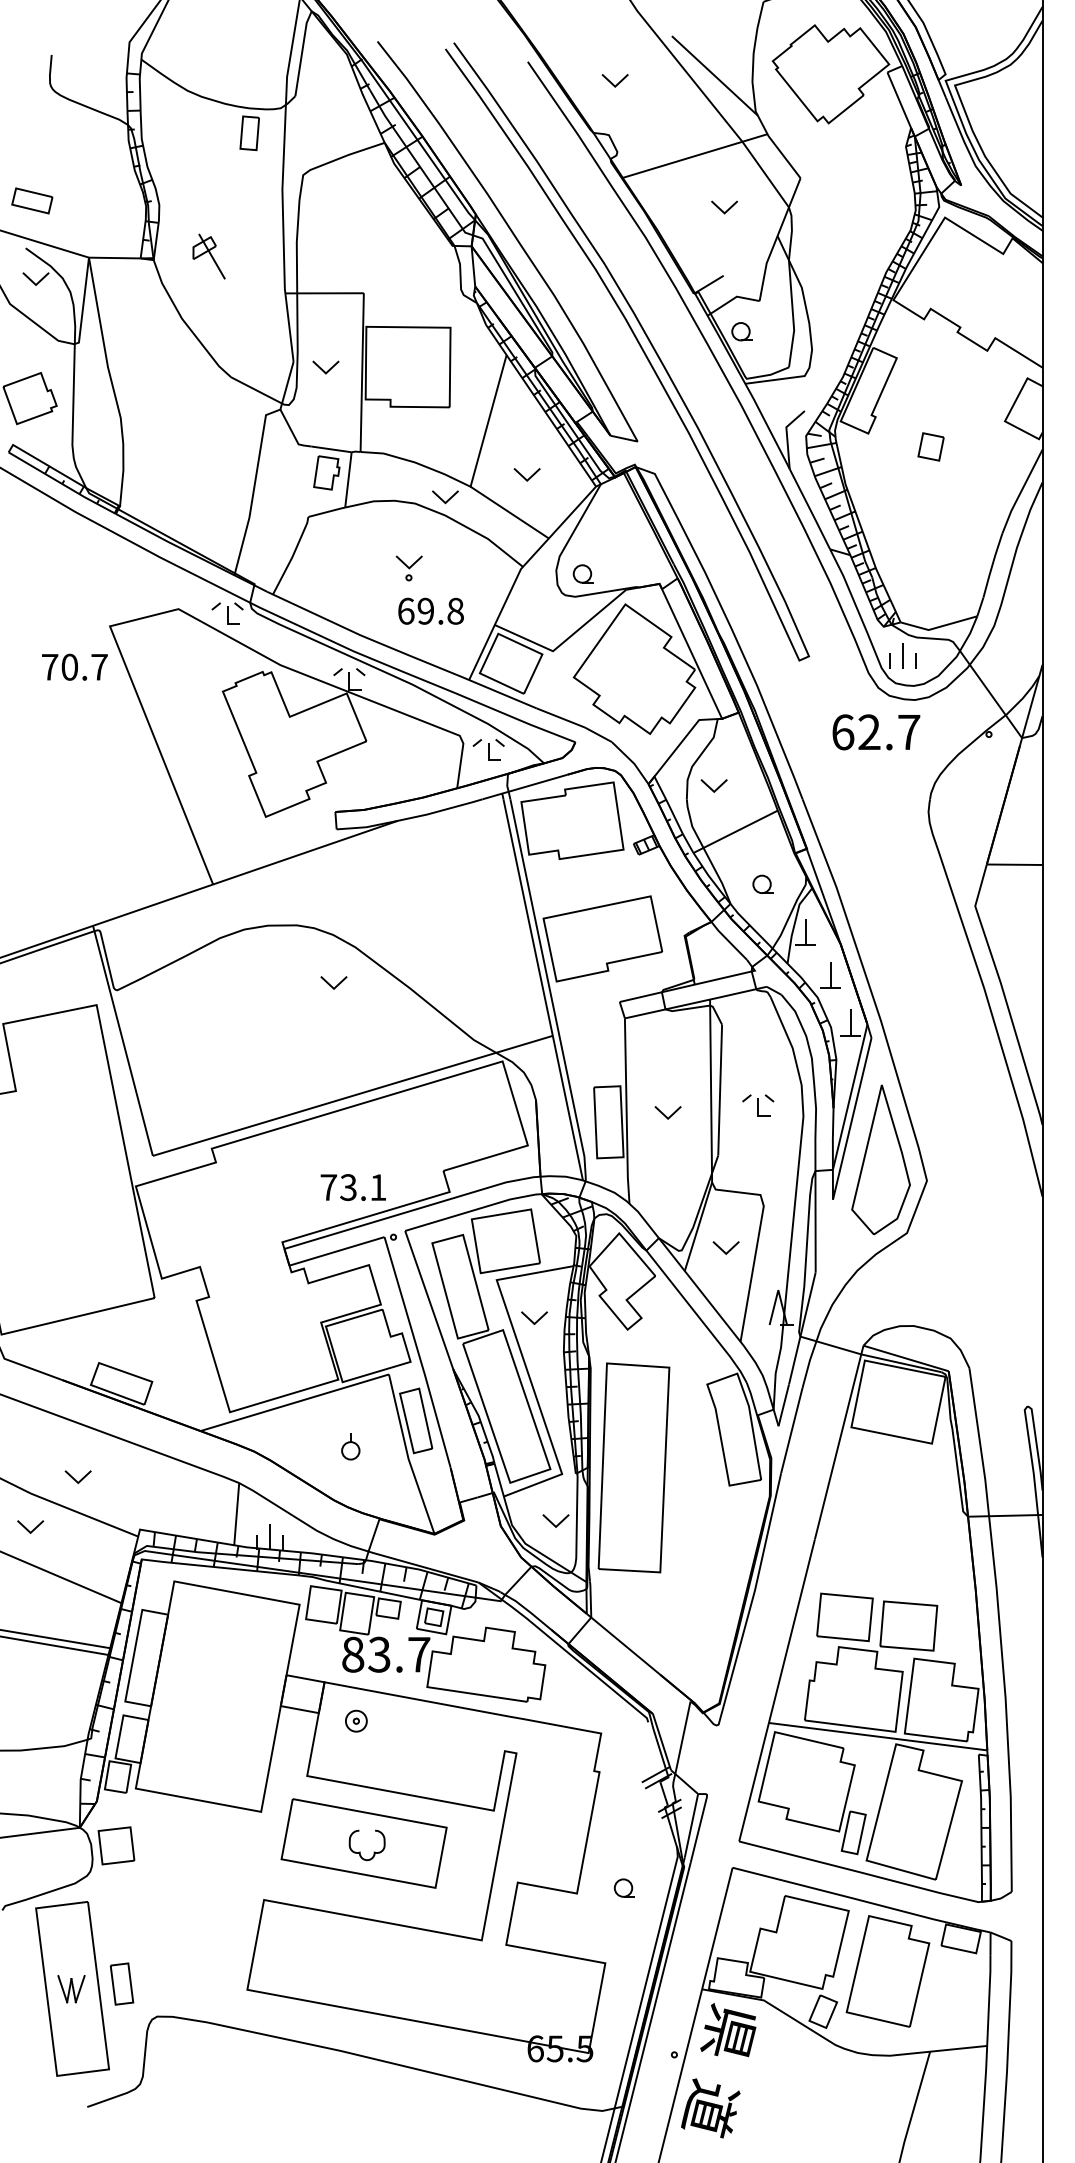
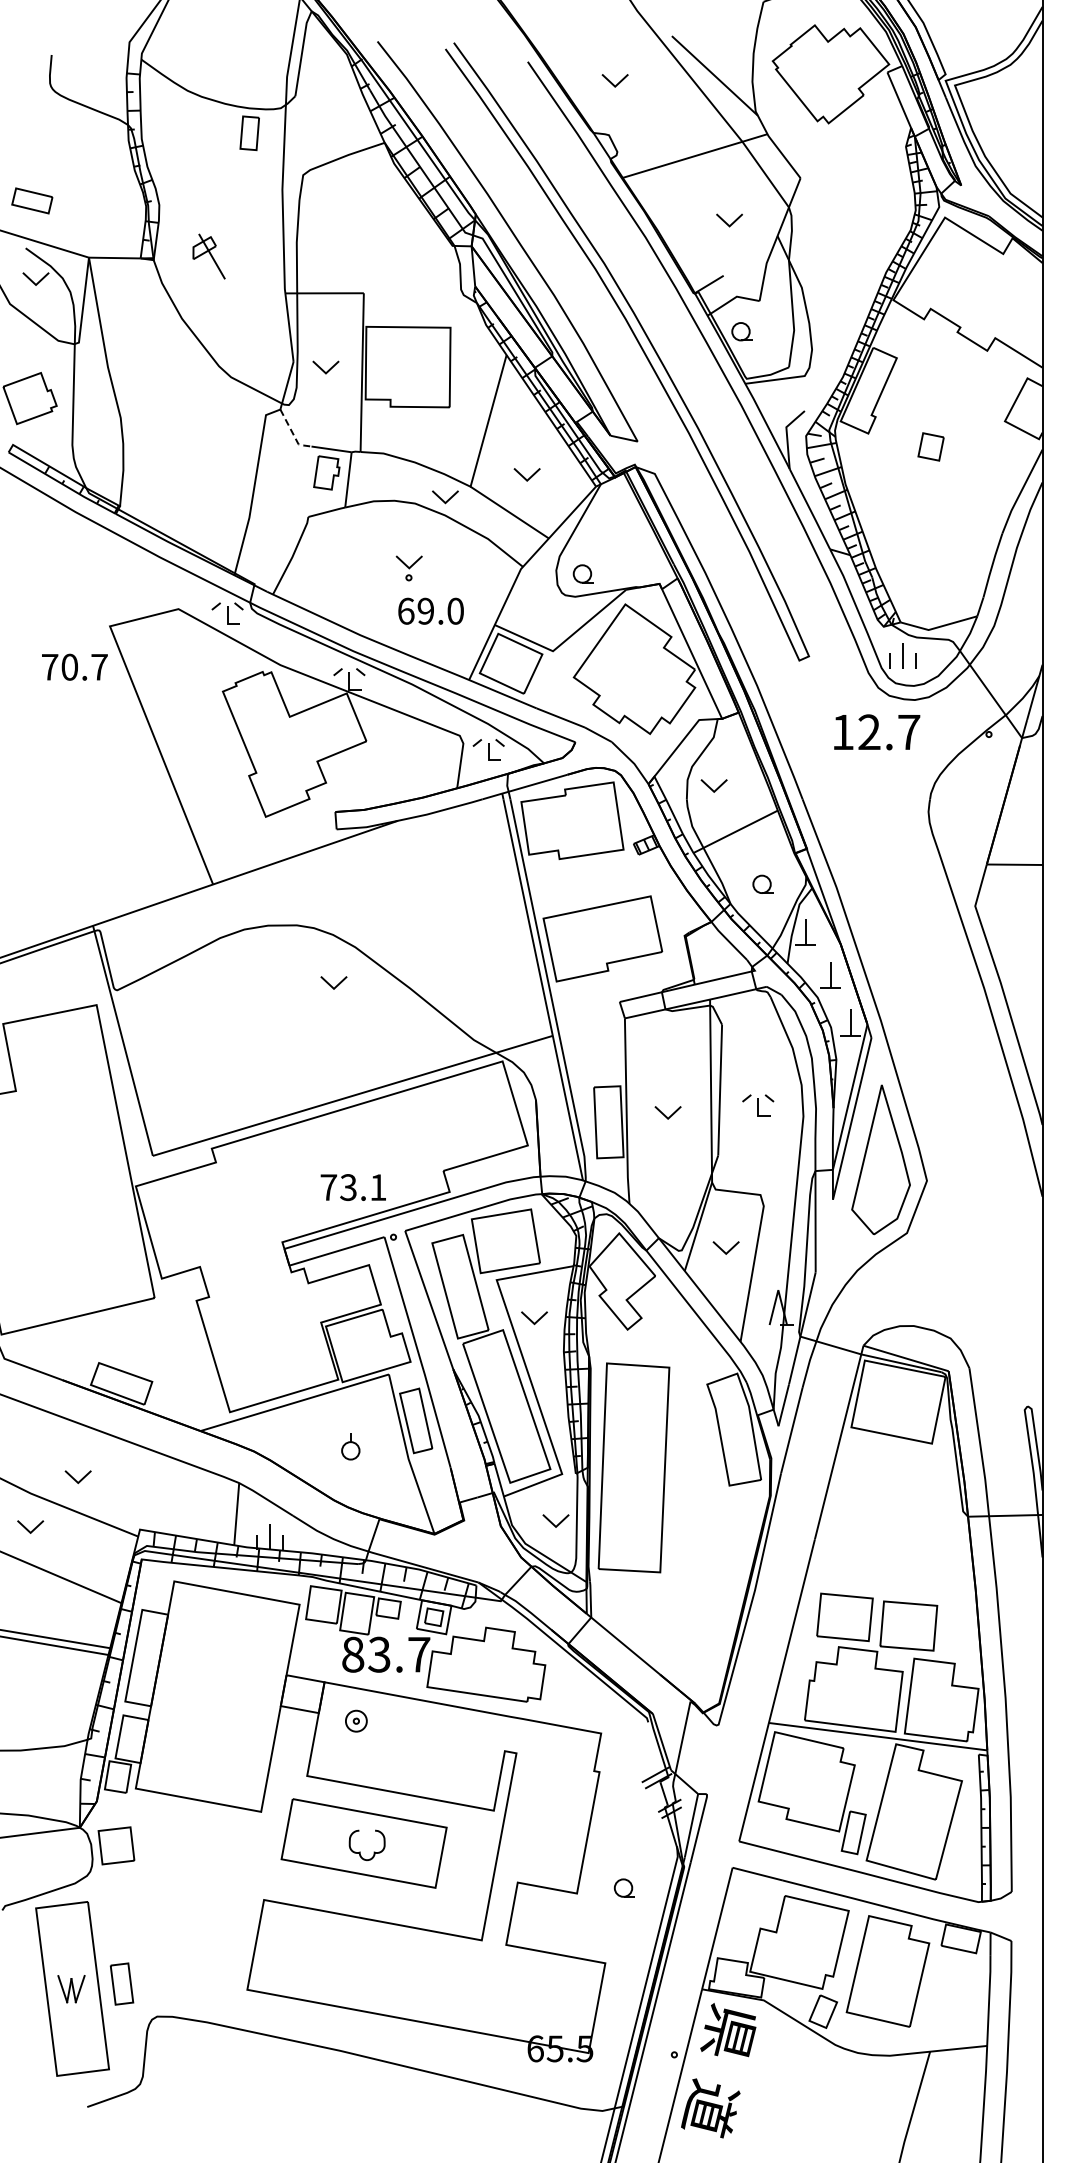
part at (724, 207) position: (724, 207) -> (729, 220)
line at (293, 434): solid -> dashed
text at (455, 611): 69.8 -> 69.0
text at (843, 732): 62.7 -> 12.7
